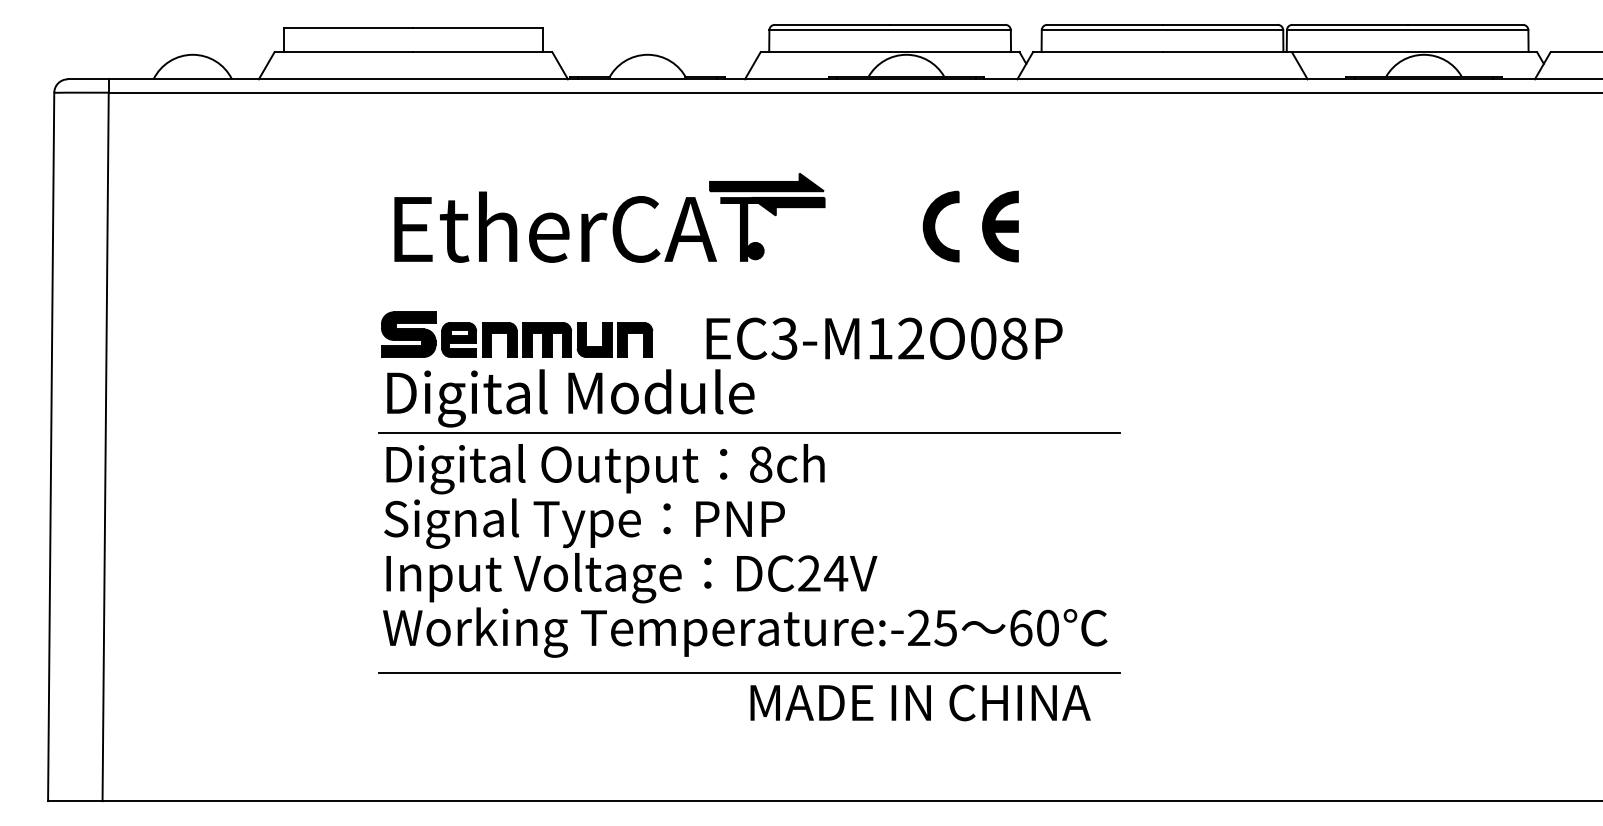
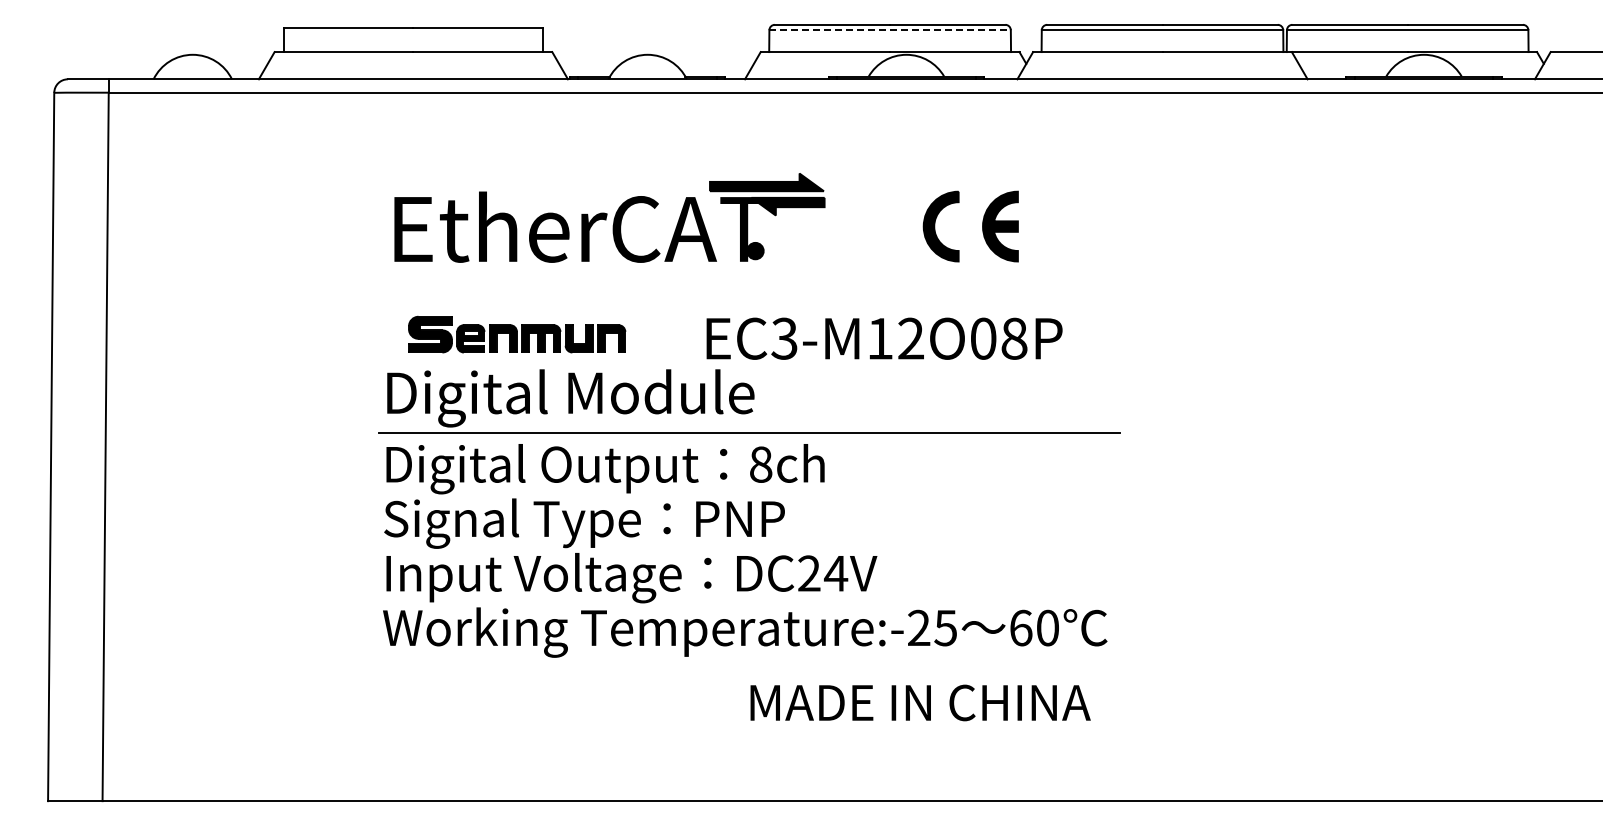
line at (890, 30): solid -> dashed
part at (517, 334) size: 273x47 px -> 219x39 px
line at (749, 673): present -> none
